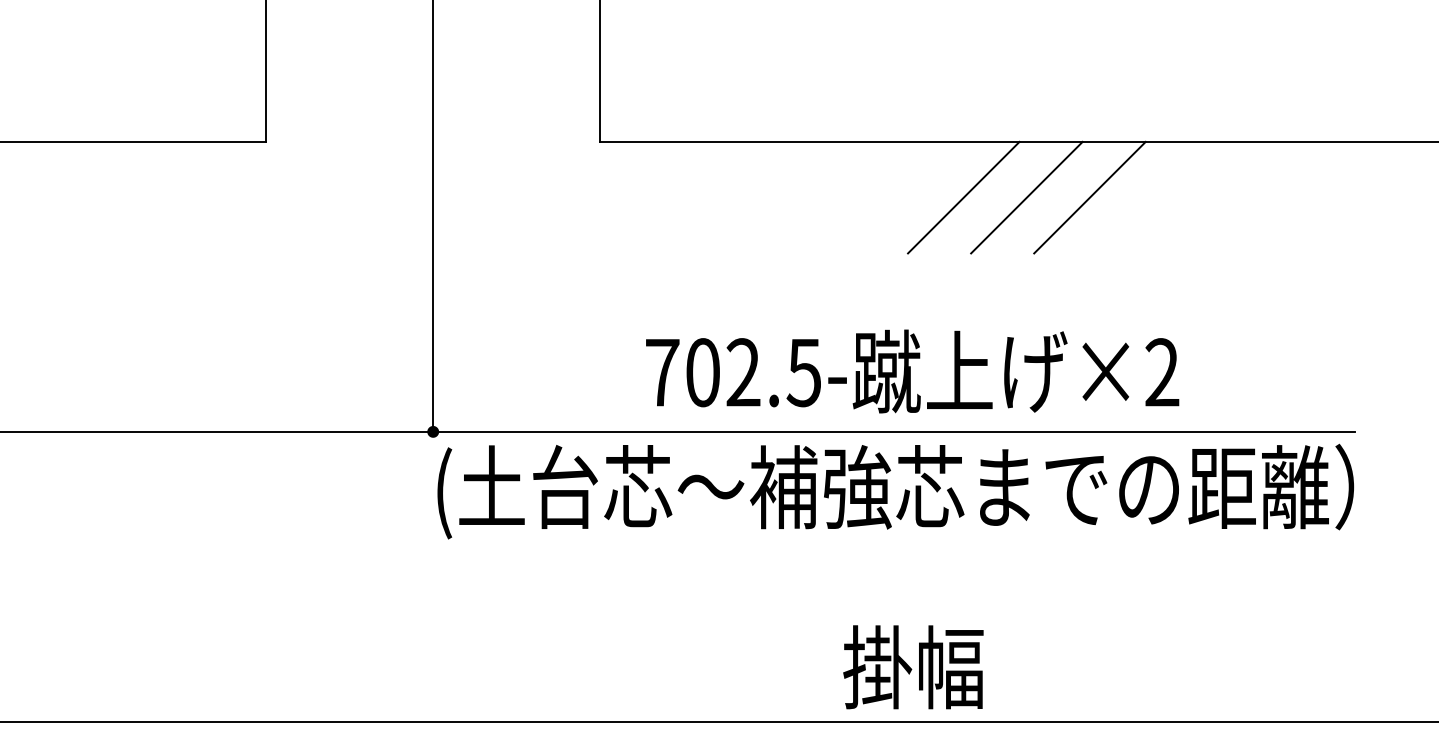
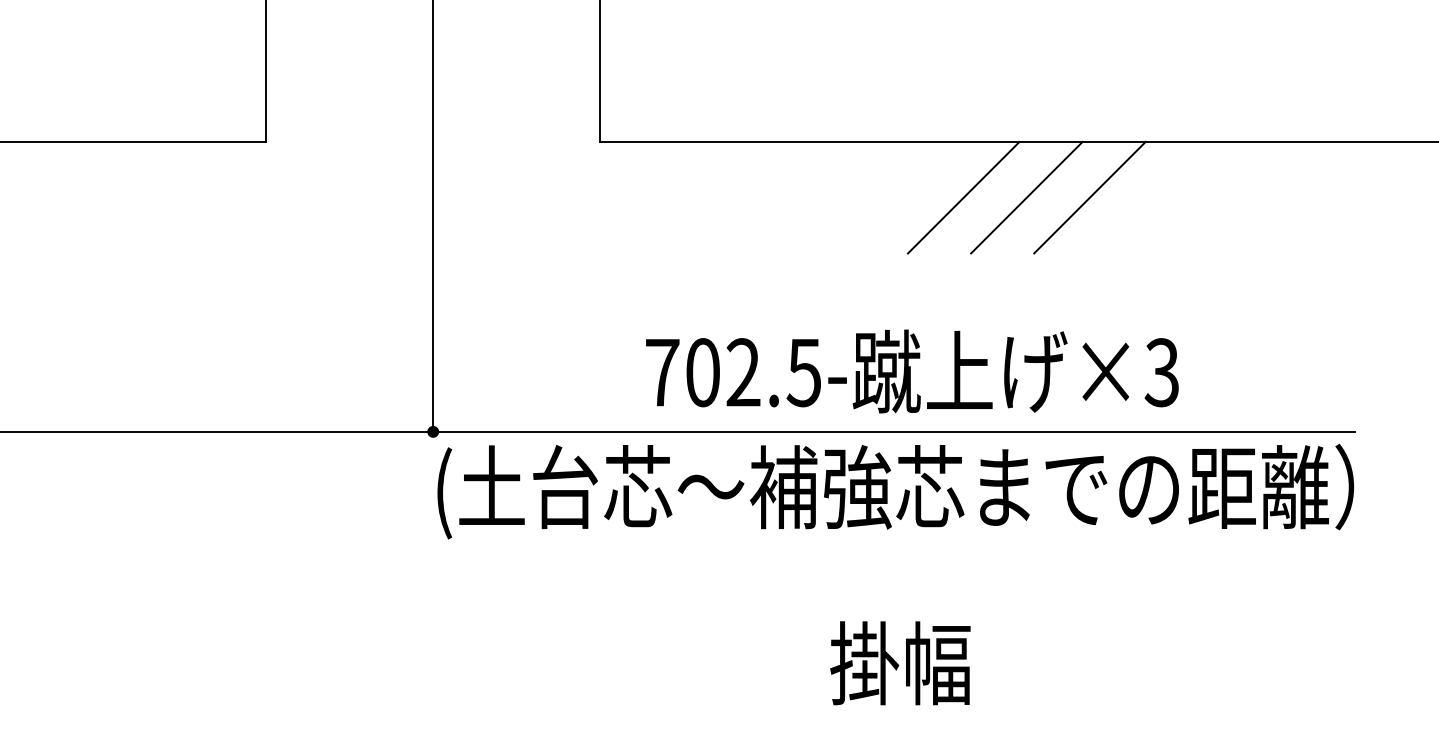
text at (1161, 372): ×2 -> ×3
text at (913, 667) position: (913, 667) -> (900, 663)
line at (718, 721): present -> none
